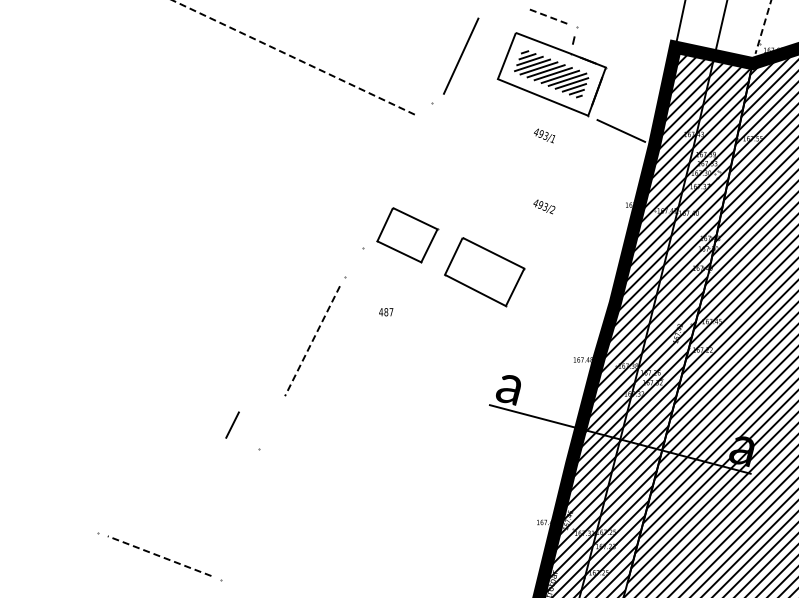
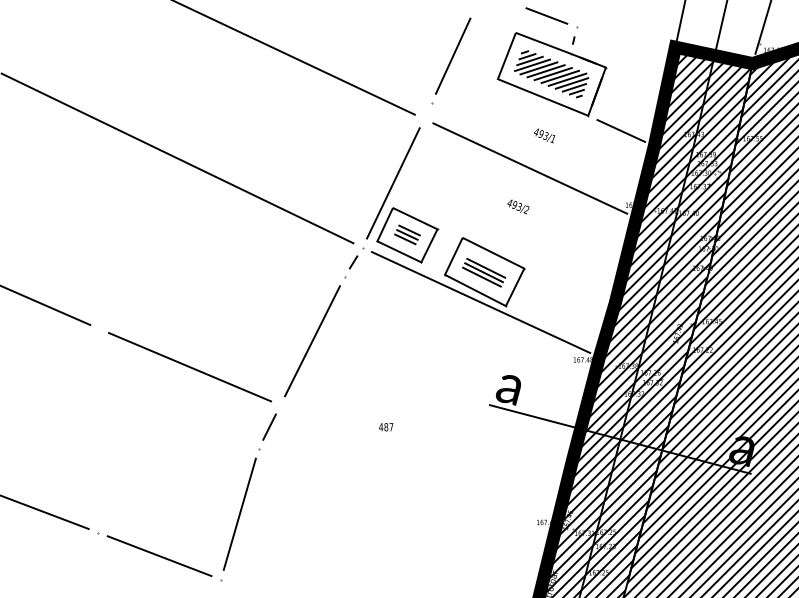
line at (546, 16): dashed -> solid
line at (763, 27): dashed -> solid
line at (461, 55) position: (461, 55) -> (453, 55)
line at (293, 57): dashed -> solid
line at (177, 158): none -> present
line at (530, 168): none -> present
line at (393, 183): none -> present
text at (544, 206) position: (544, 206) -> (518, 206)
hatch at (407, 234): none -> present
line at (353, 262): none -> present
hatch at (483, 272): none -> present
line at (480, 302): none -> present
line at (46, 305): none -> present
text at (386, 312) position: (386, 312) -> (386, 427)
line at (312, 341): dashed -> solid
line at (189, 367): none -> present
line at (232, 424) position: (232, 424) -> (269, 426)
line at (45, 512): none -> present
line at (239, 513): none -> present
line at (159, 555): dashed -> solid
